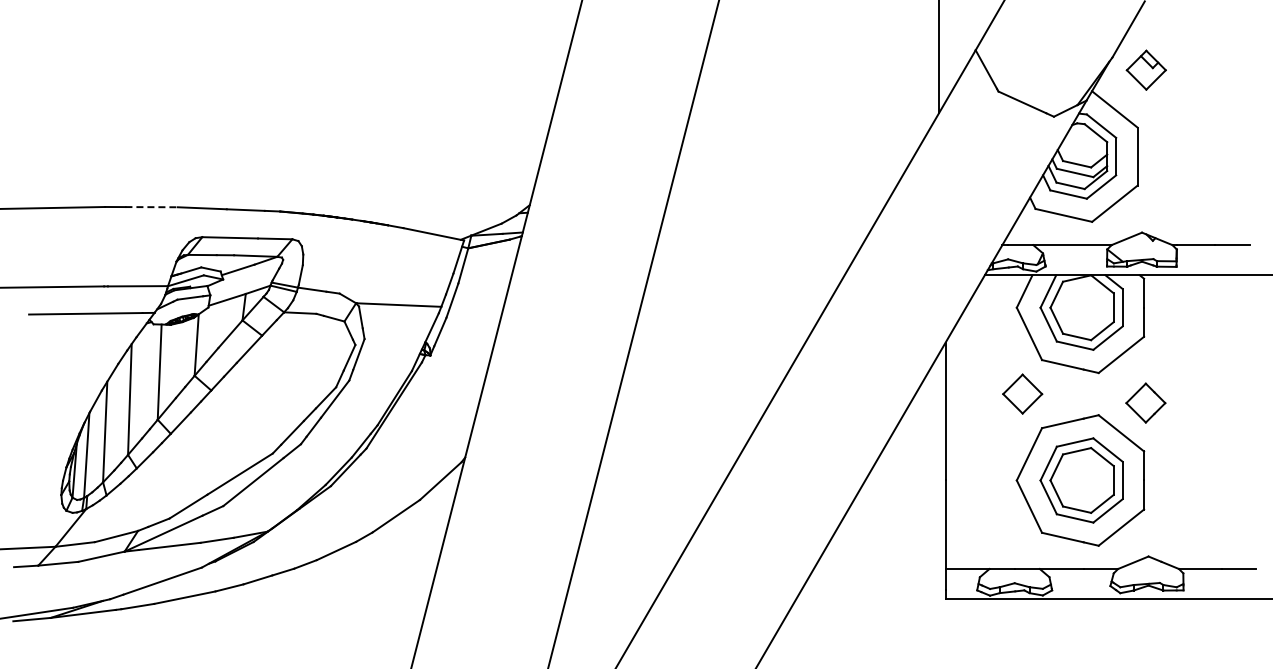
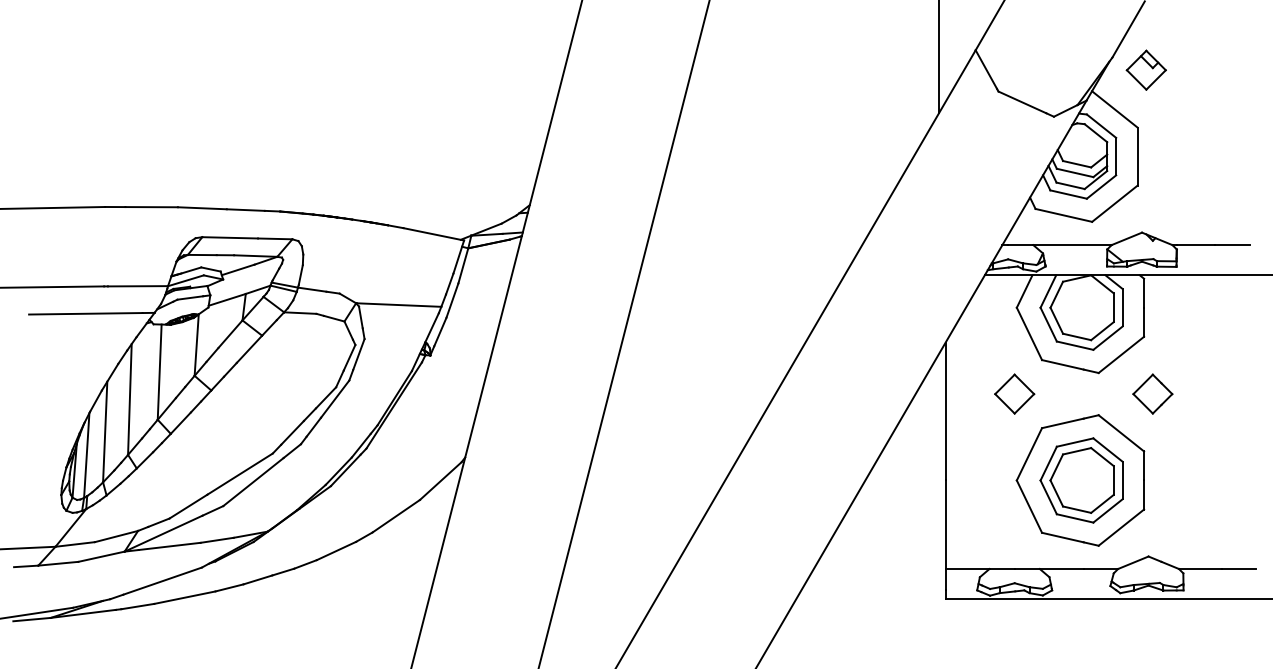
line at (152, 207): dashed -> solid
line at (633, 333) position: (633, 333) -> (623, 333)
part at (1022, 393) position: (1022, 393) -> (1014, 393)
part at (1145, 402) position: (1145, 402) -> (1152, 393)
